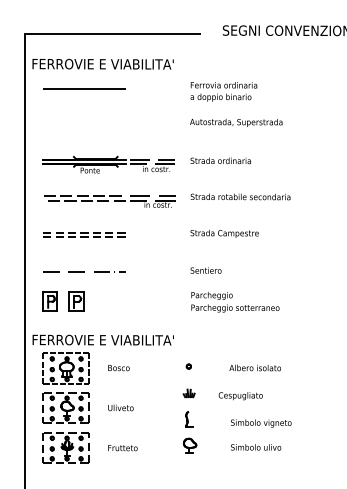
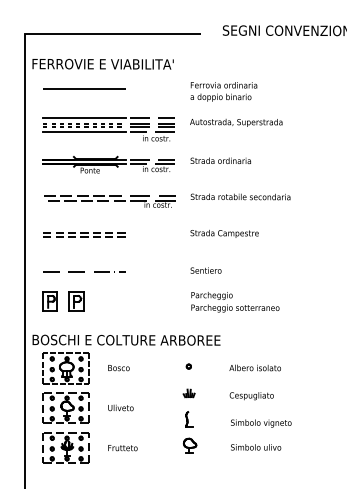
part at (108, 129): none -> present
text at (126, 339): FERROVIE E VIABILITA' -> BOSCHI E COLTURE ARBOREE
text at (240, 396) position: (240, 396) -> (251, 396)
